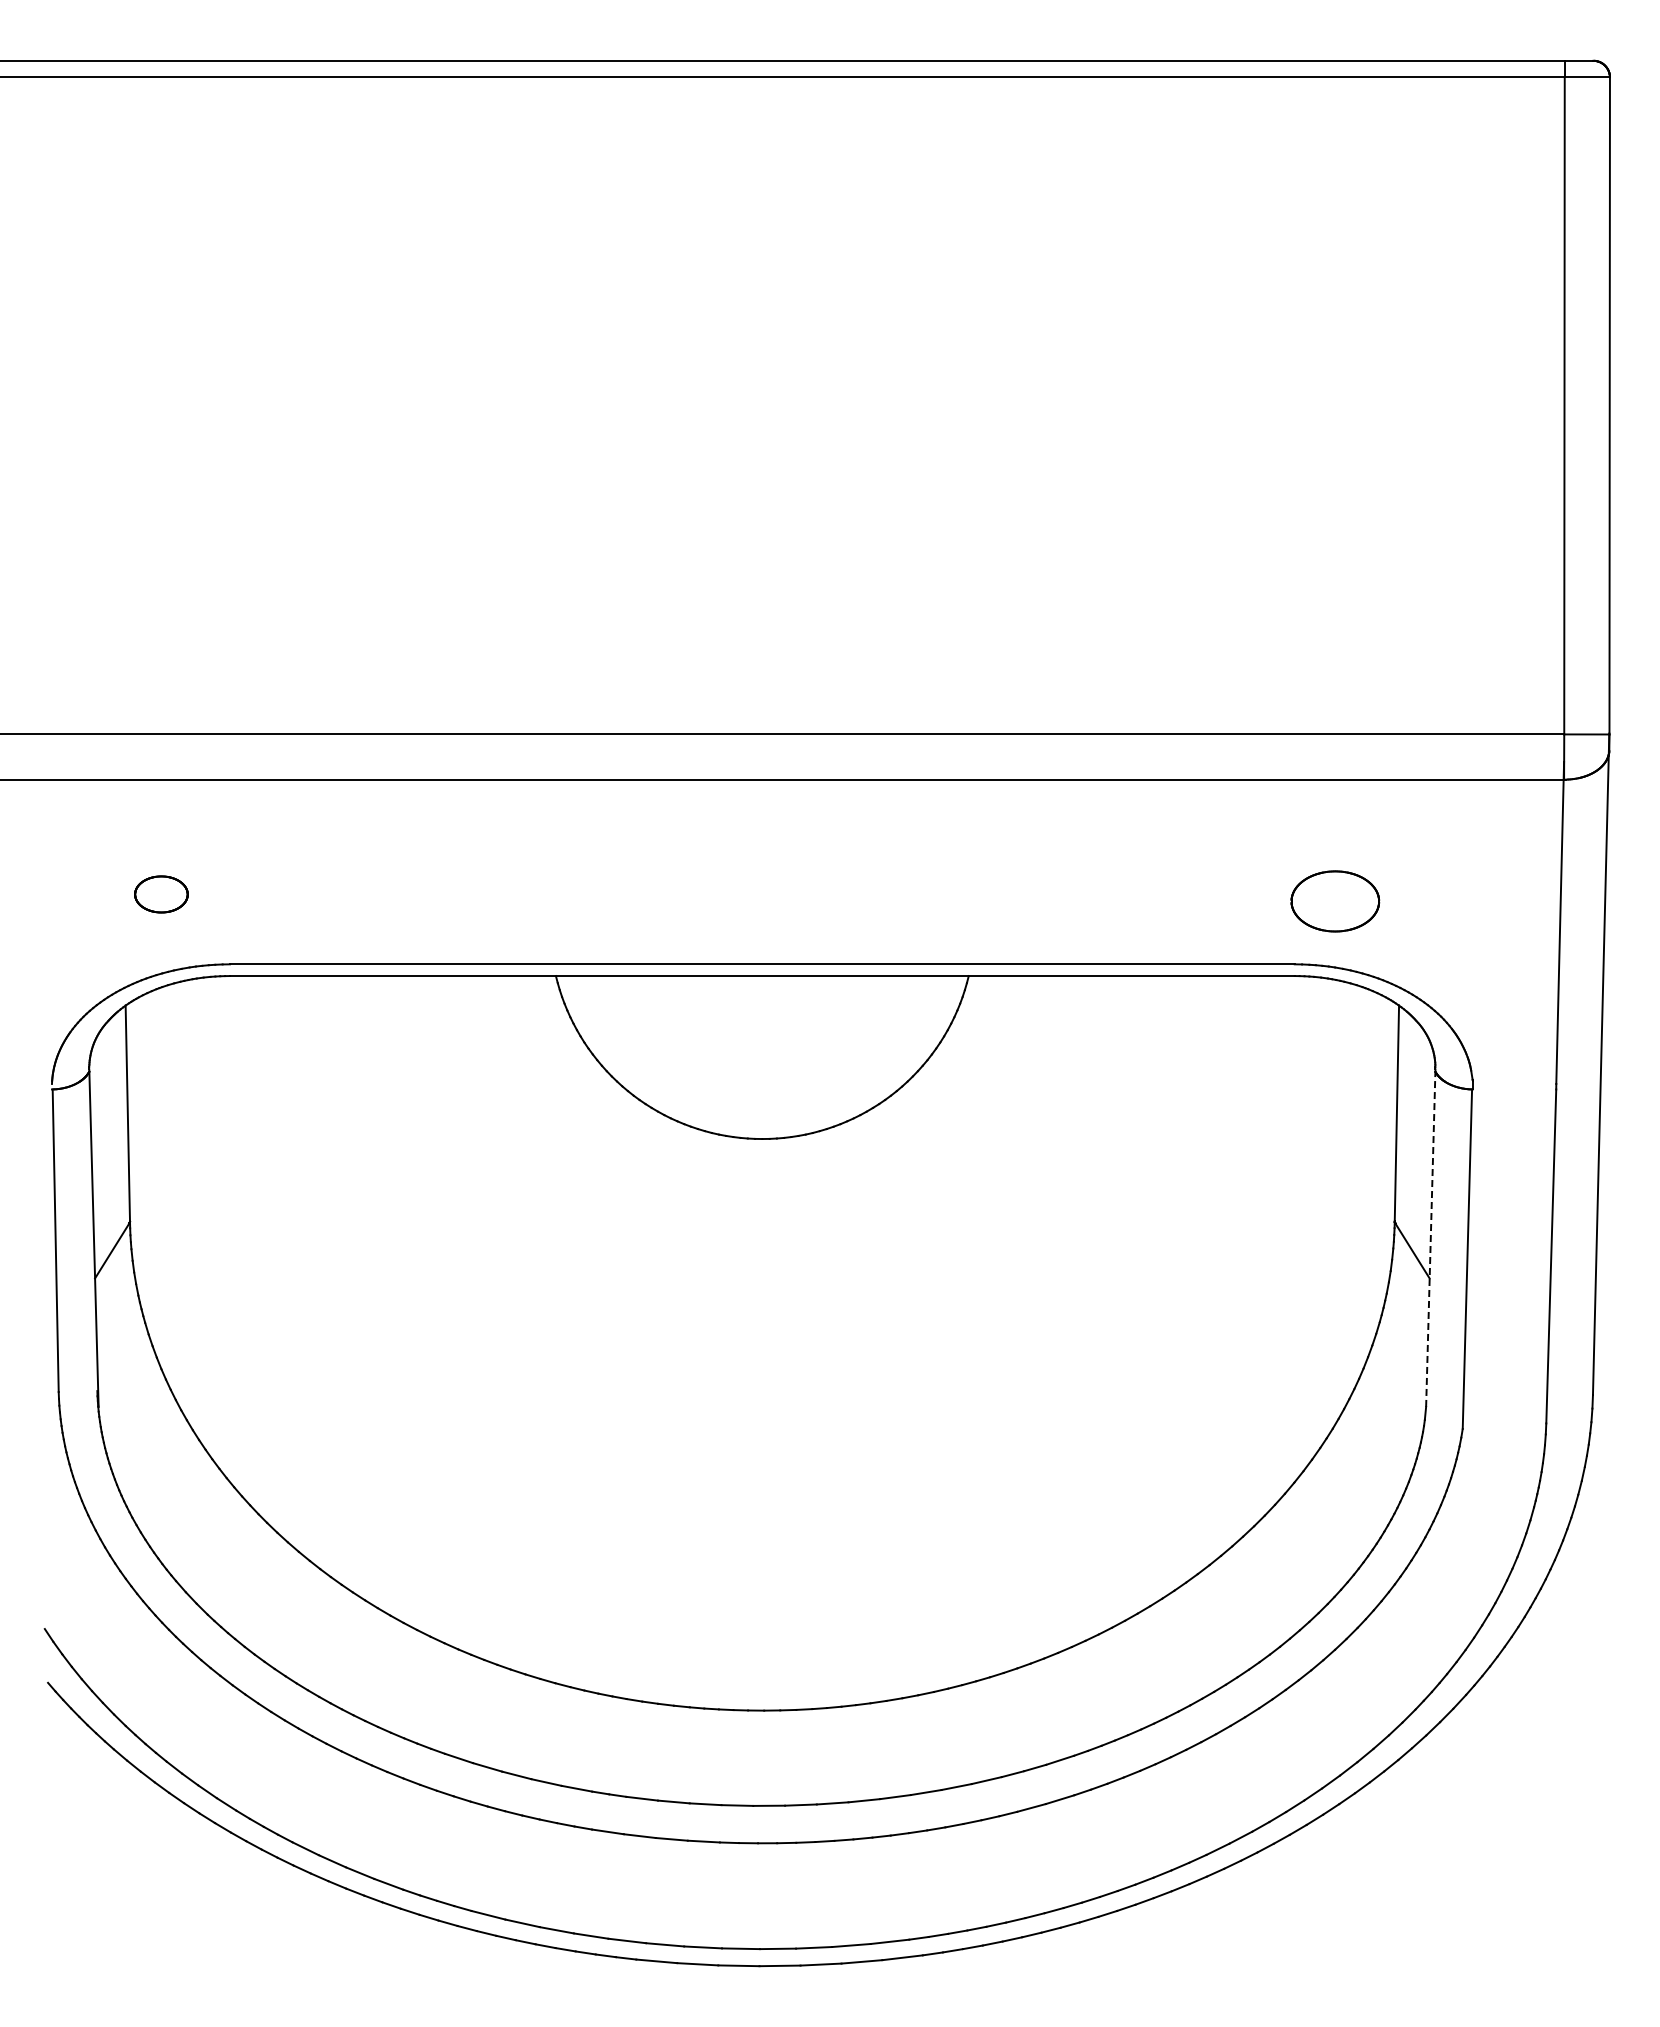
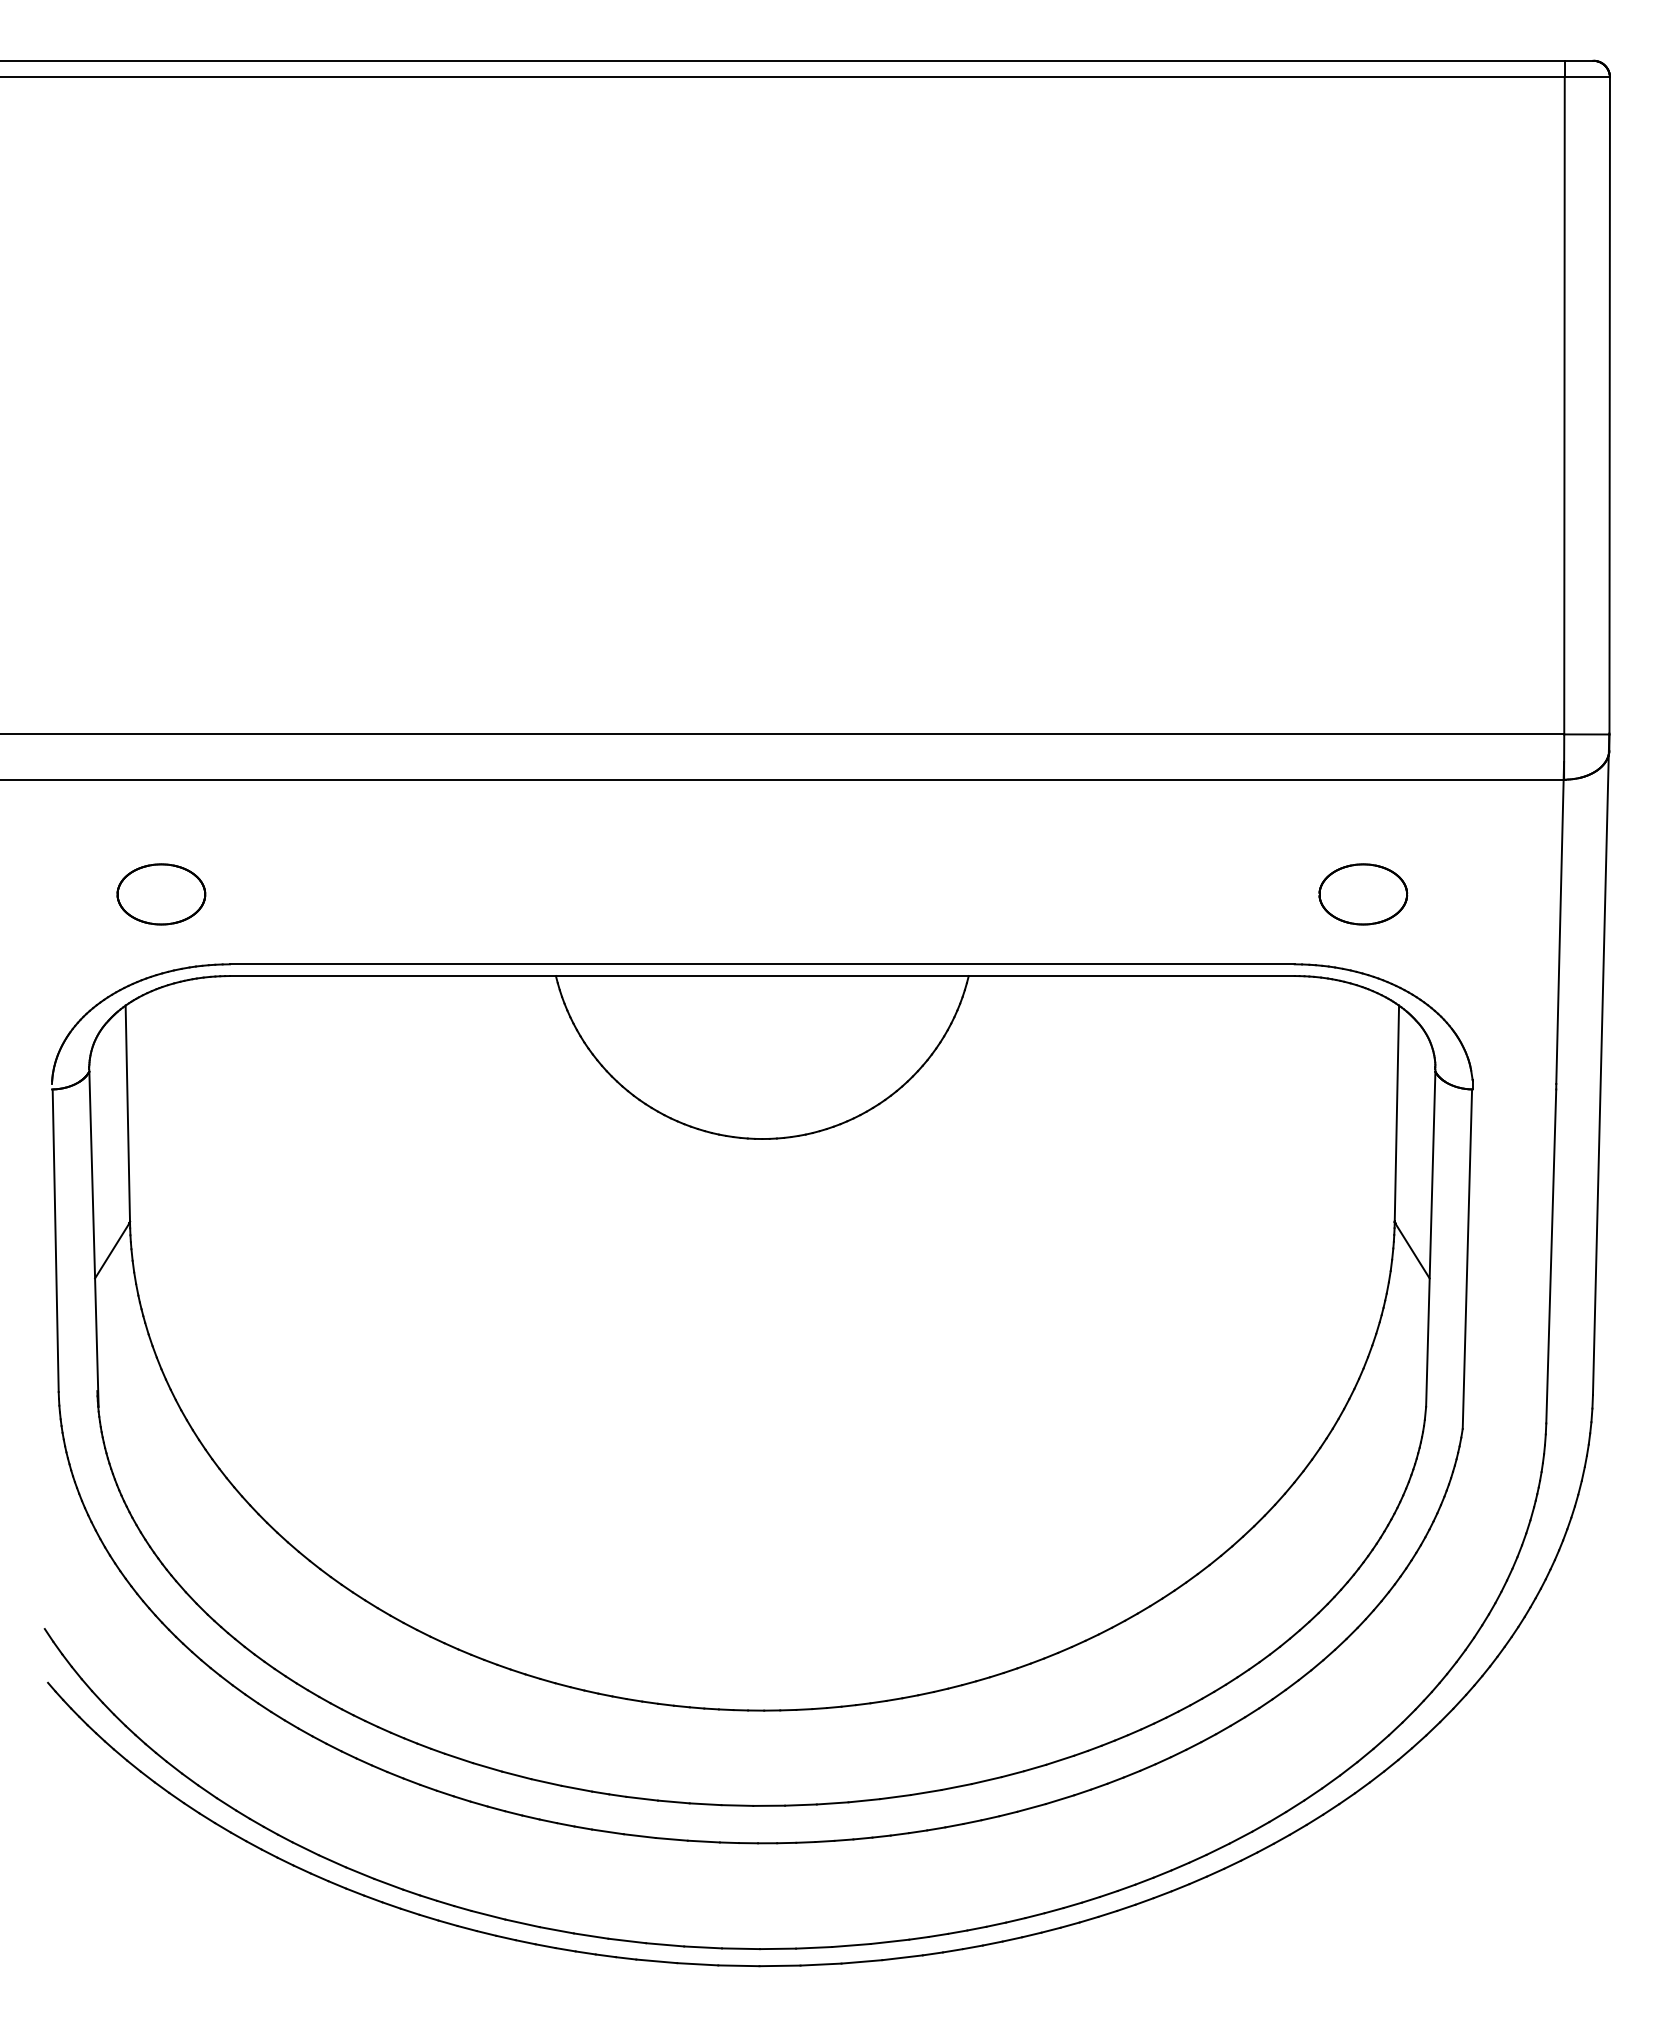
part at (161, 894) size: 55x39 px -> 91x63 px
part at (1335, 901) position: (1335, 901) -> (1363, 894)
line at (1430, 1239): dashed -> solid
